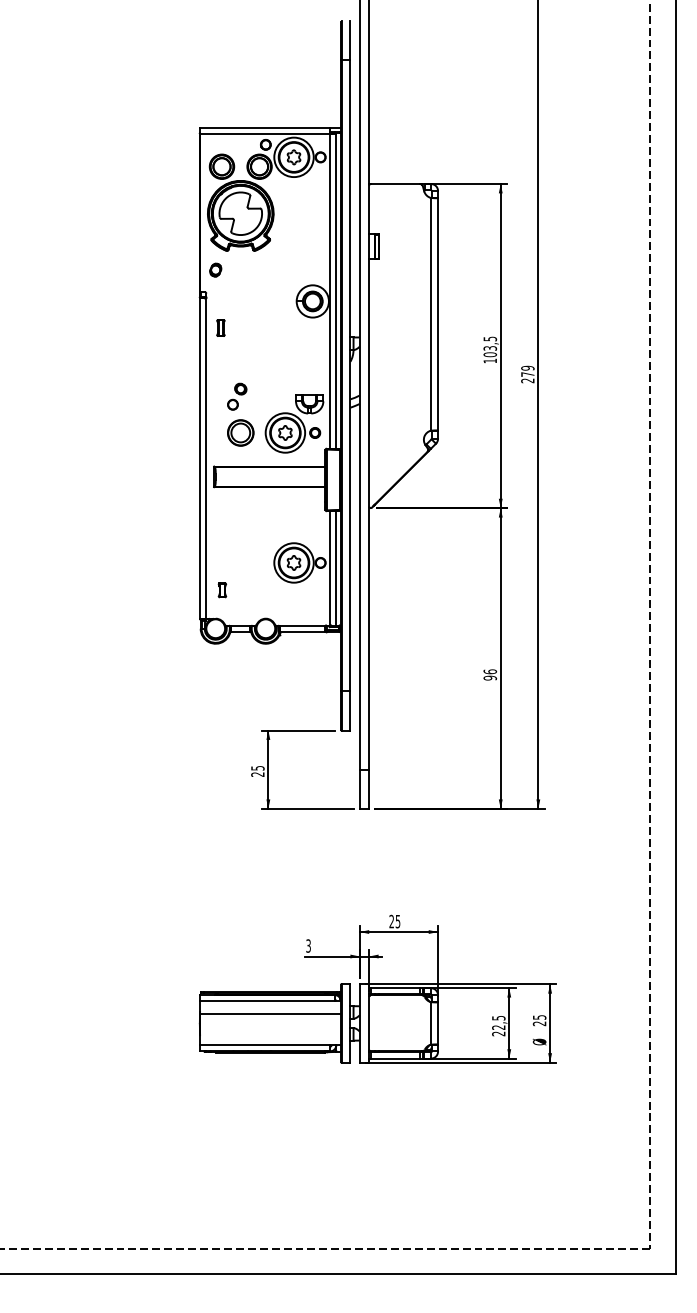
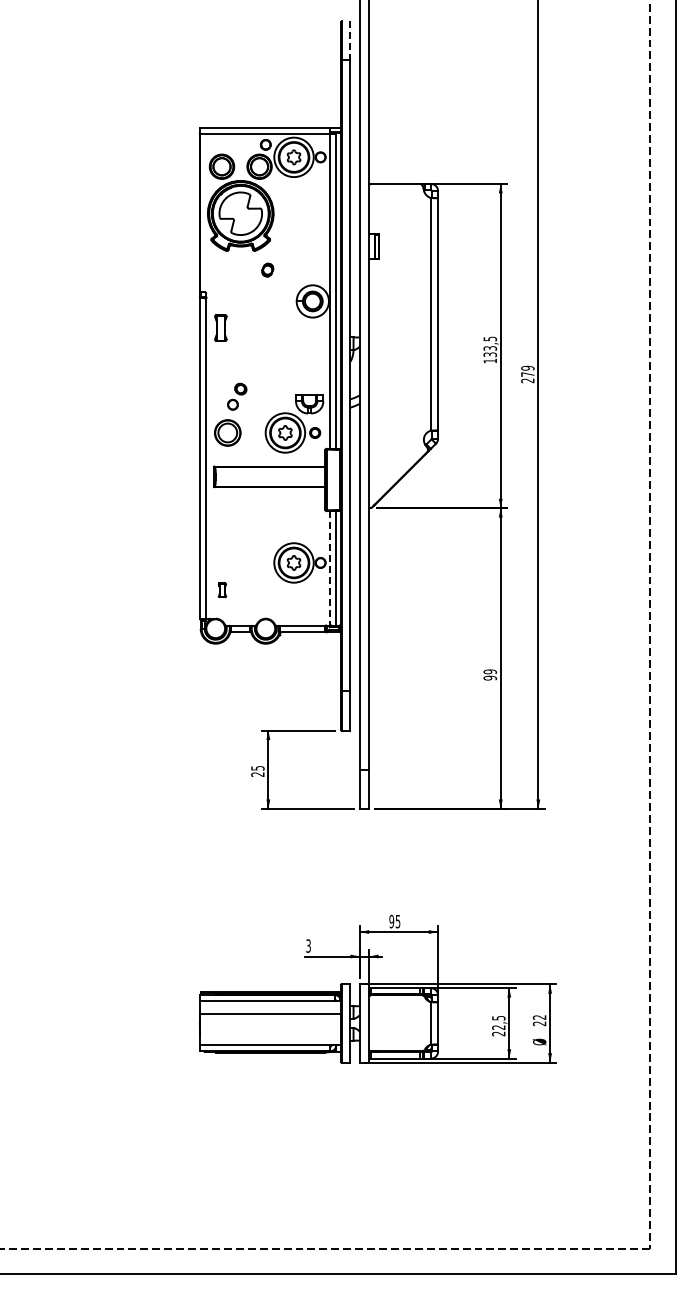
line at (350, 40): solid -> dashed
part at (215, 269) position: (215, 269) -> (267, 269)
part at (220, 327) size: 10x18 px -> 14x28 px
text at (490, 354): 103,5 -> 133,5
part at (240, 432) position: (240, 432) -> (227, 432)
line at (330, 568): solid -> dashed
text at (490, 671): 96 -> 99
text at (391, 921): 25 -> 95
text at (539, 1017): 25 -> 22
